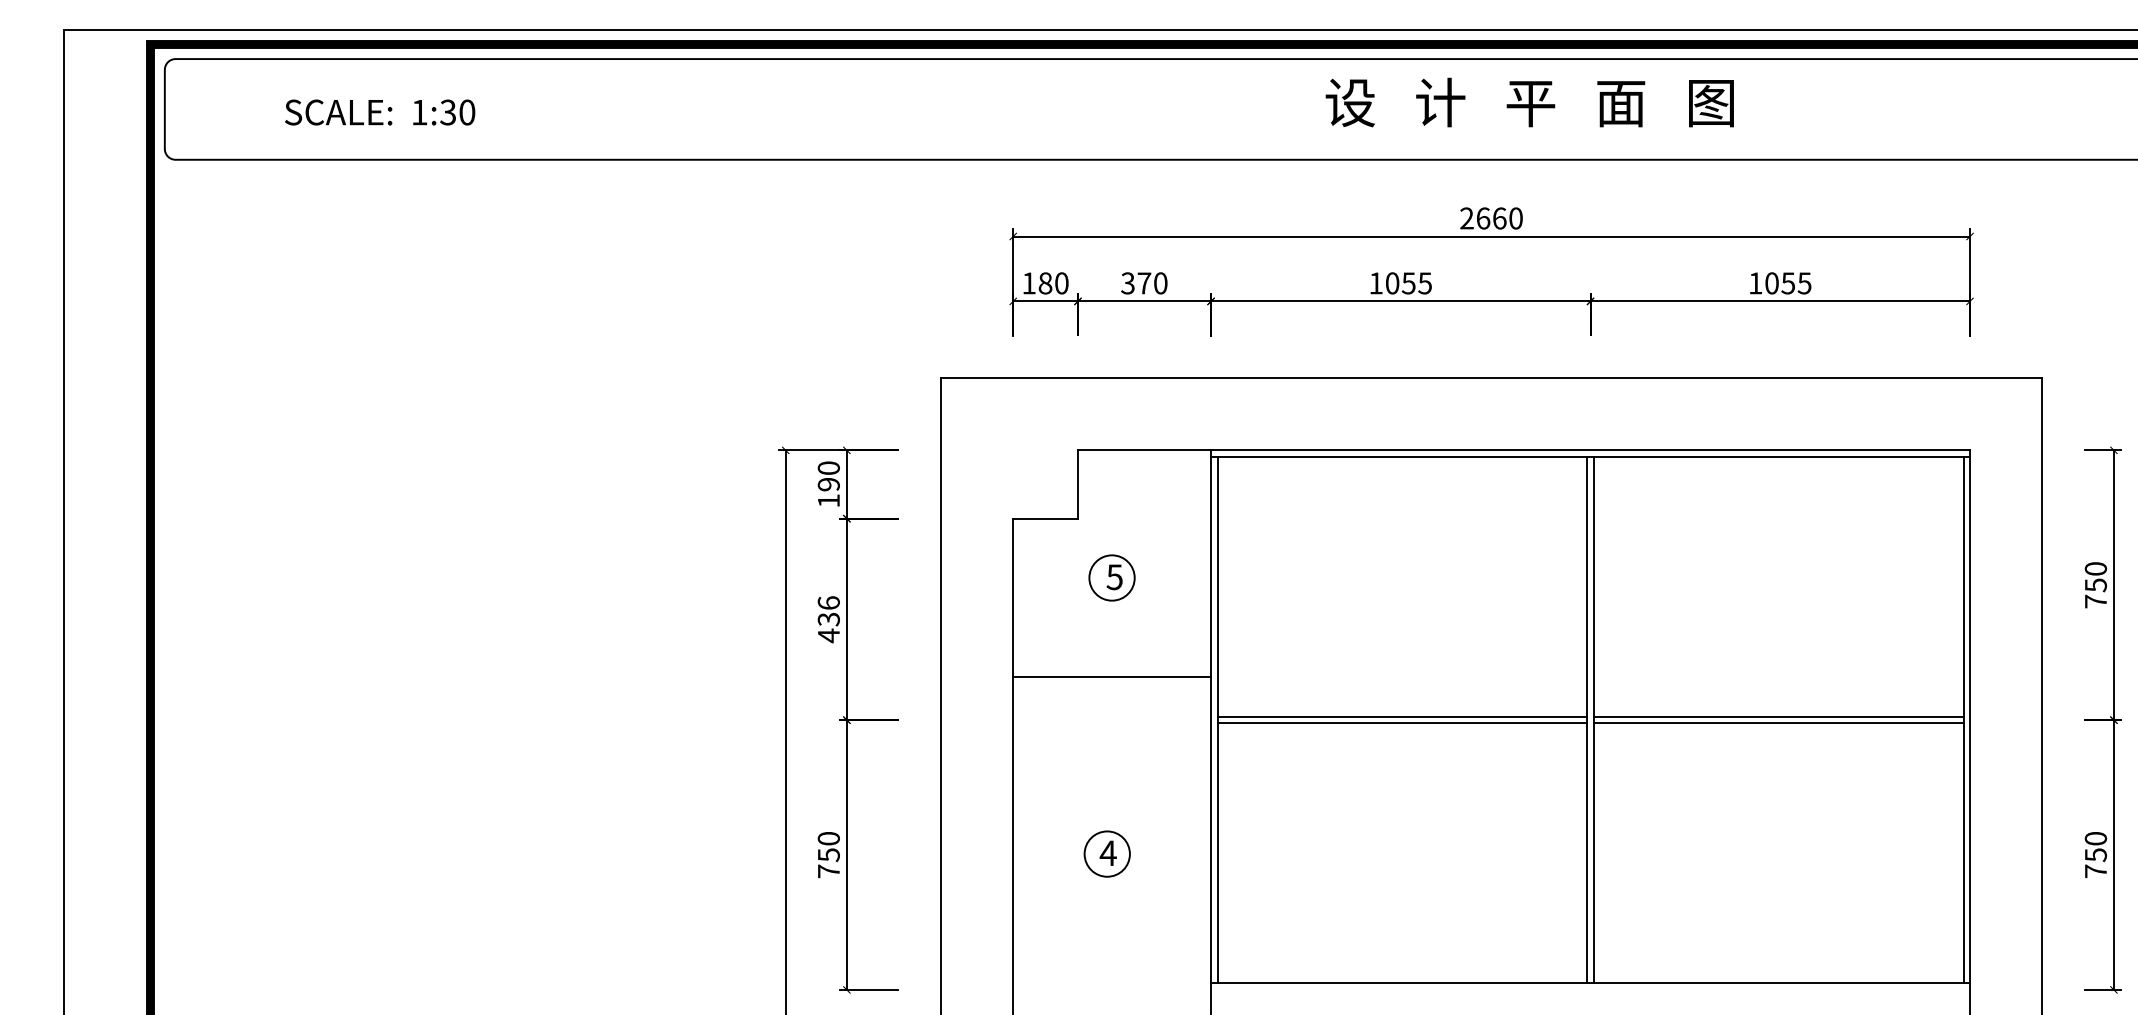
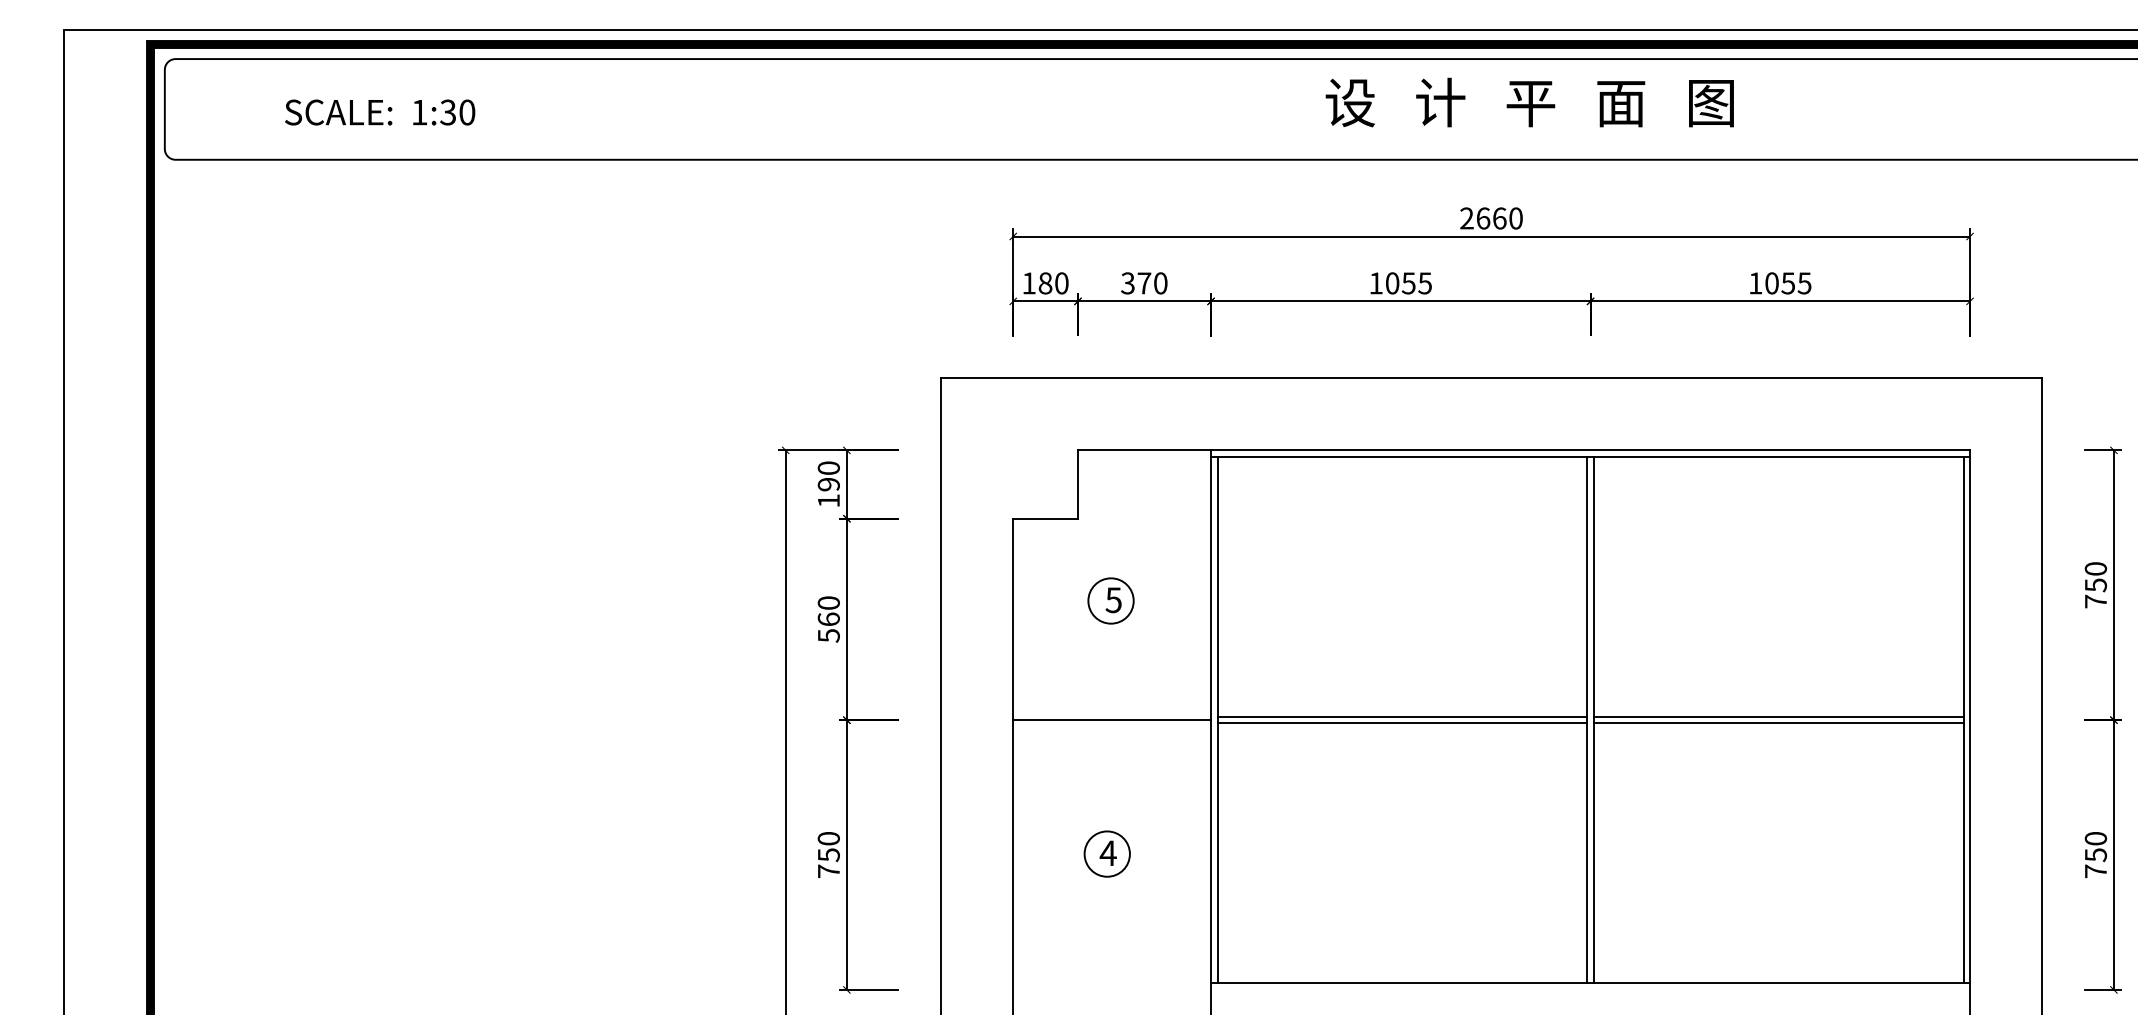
part at (1111, 577) position: (1111, 577) -> (1110, 600)
text at (828, 619): 436 -> 560
line at (1112, 677) position: (1112, 677) -> (1112, 720)
